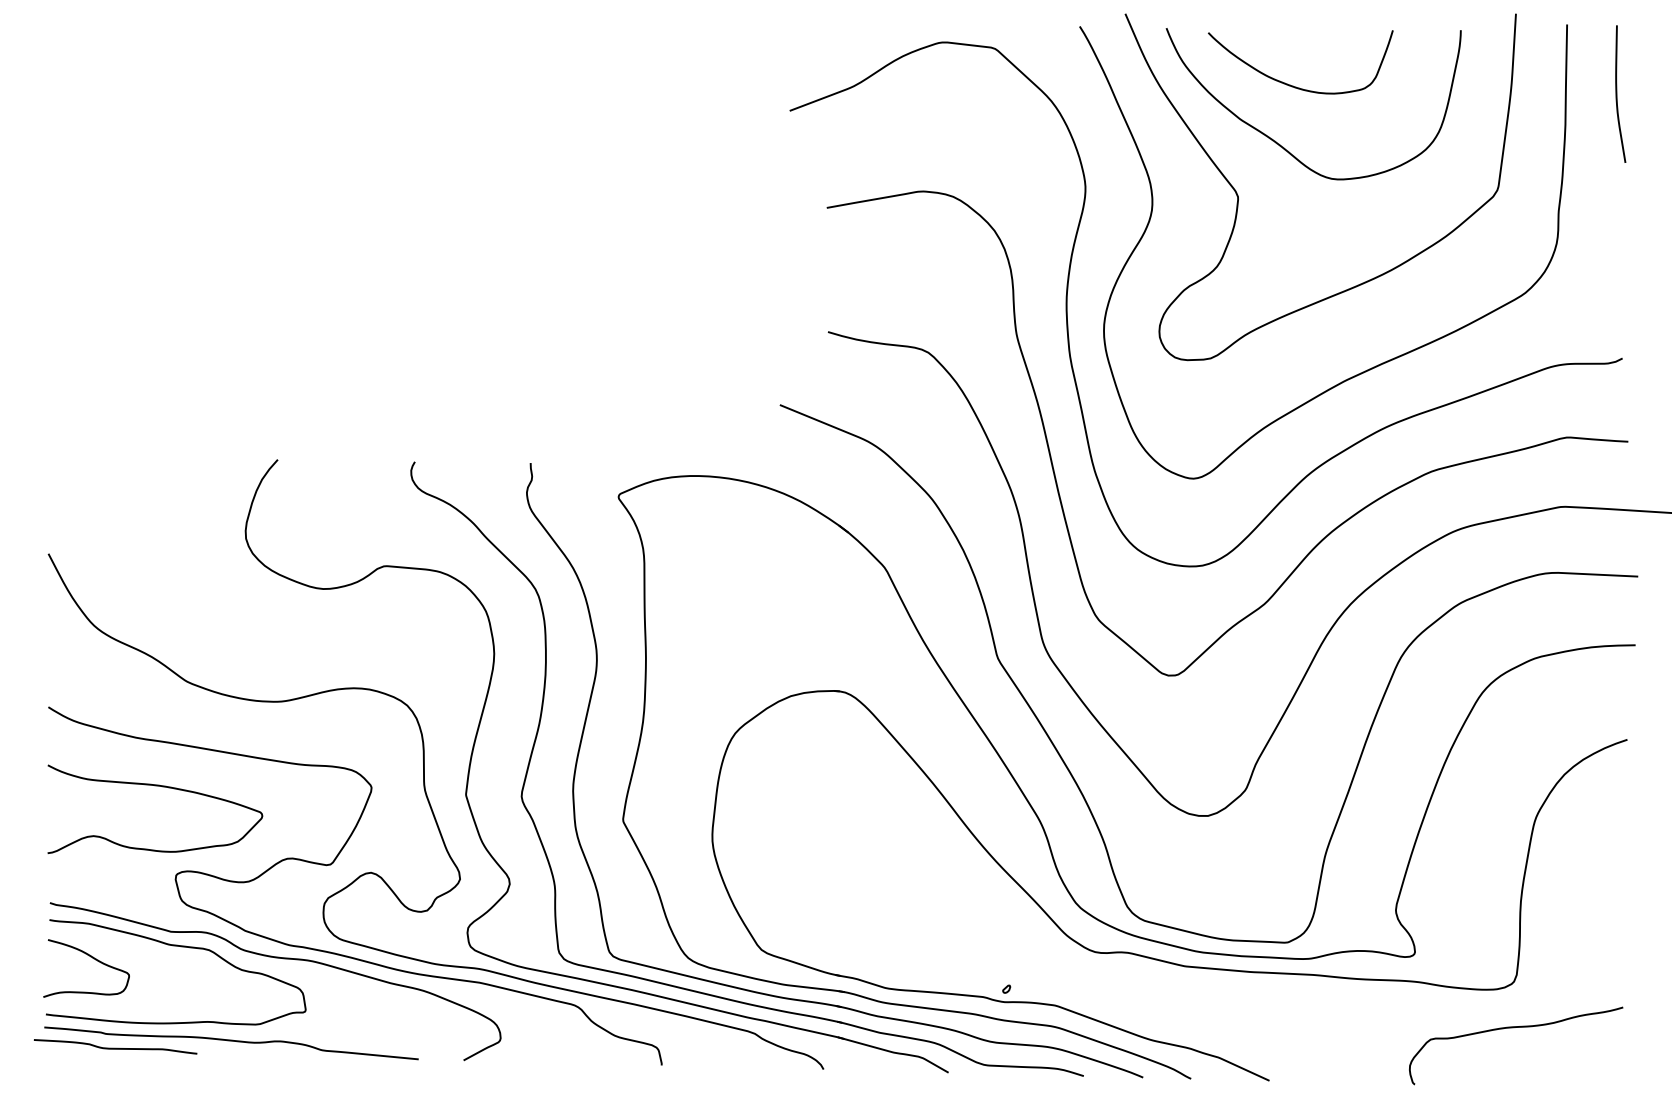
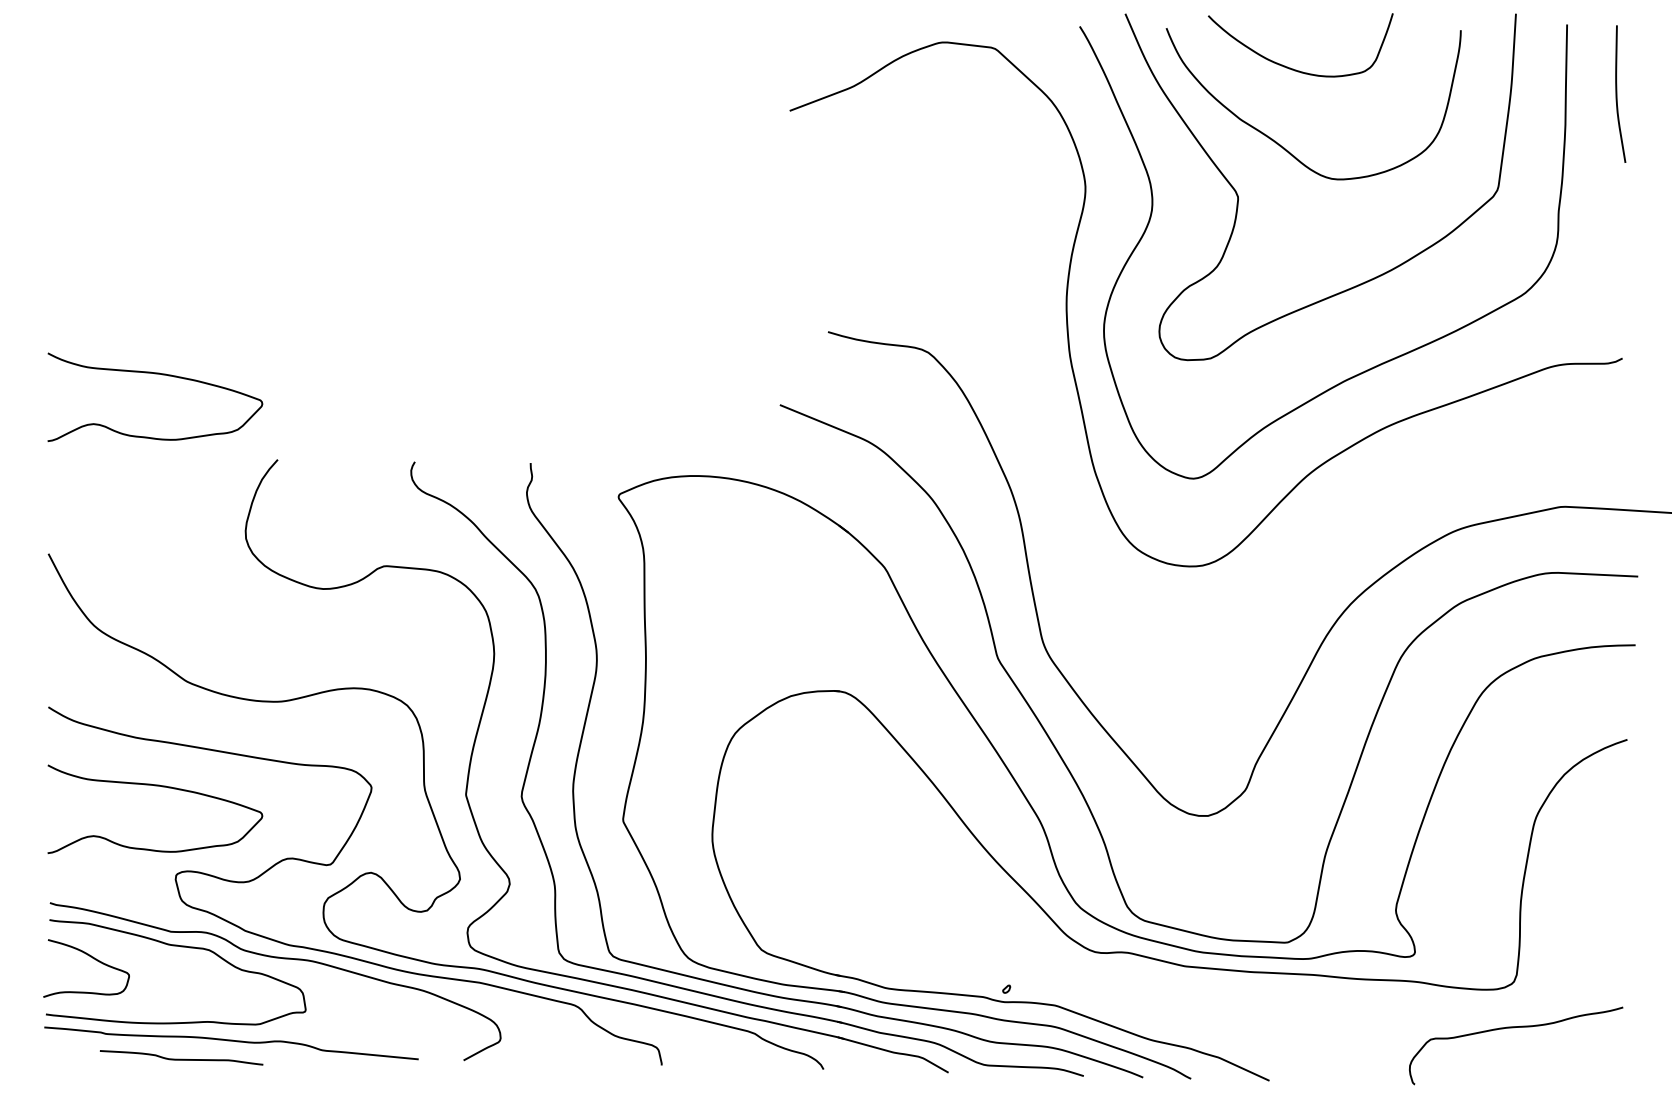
curve at (1293, 85) position: (1293, 85) -> (1293, 68)
curve at (155, 374): none -> present
curve at (1324, 536): present -> none
curve at (115, 1047) position: (115, 1047) -> (181, 1058)
